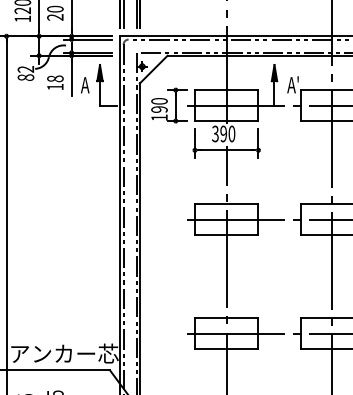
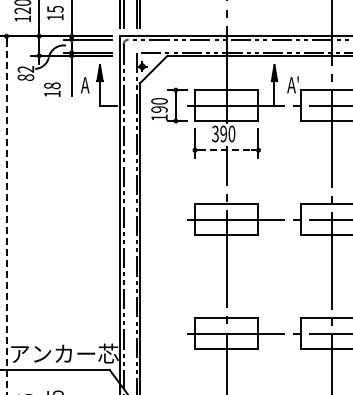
text at (55, 12): 20 -> 15
text at (55, 82) position: (55, 82) -> (52, 89)
line at (226, 150): solid -> dashed
line at (6, 217): solid -> dashed
